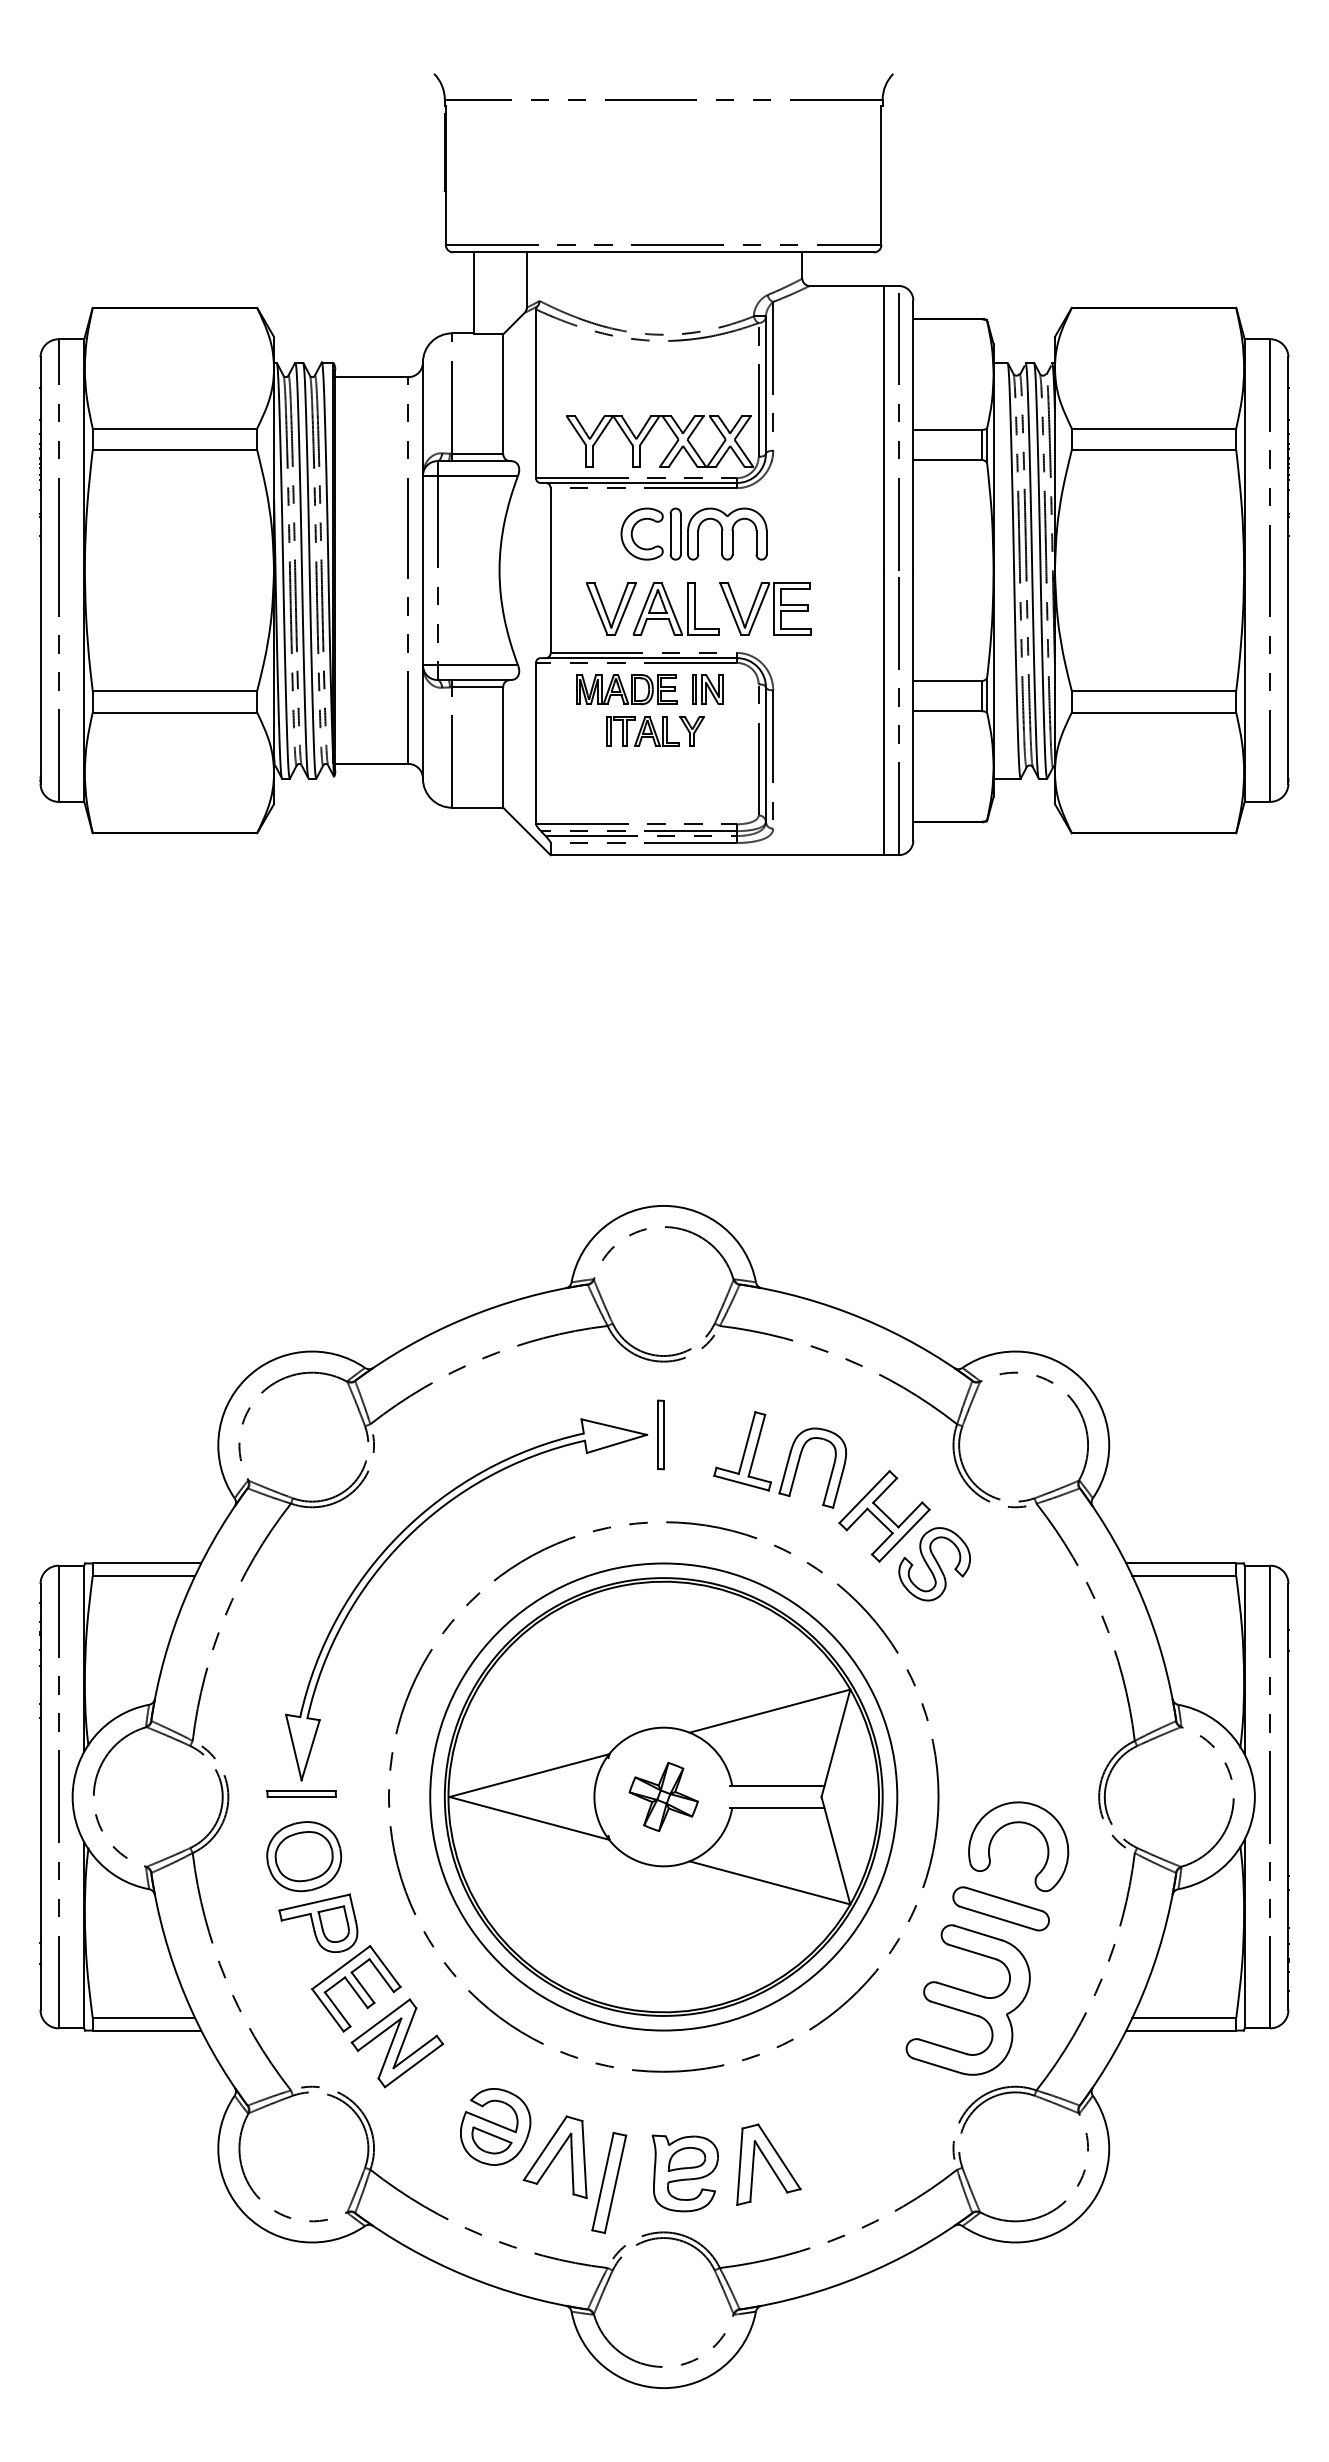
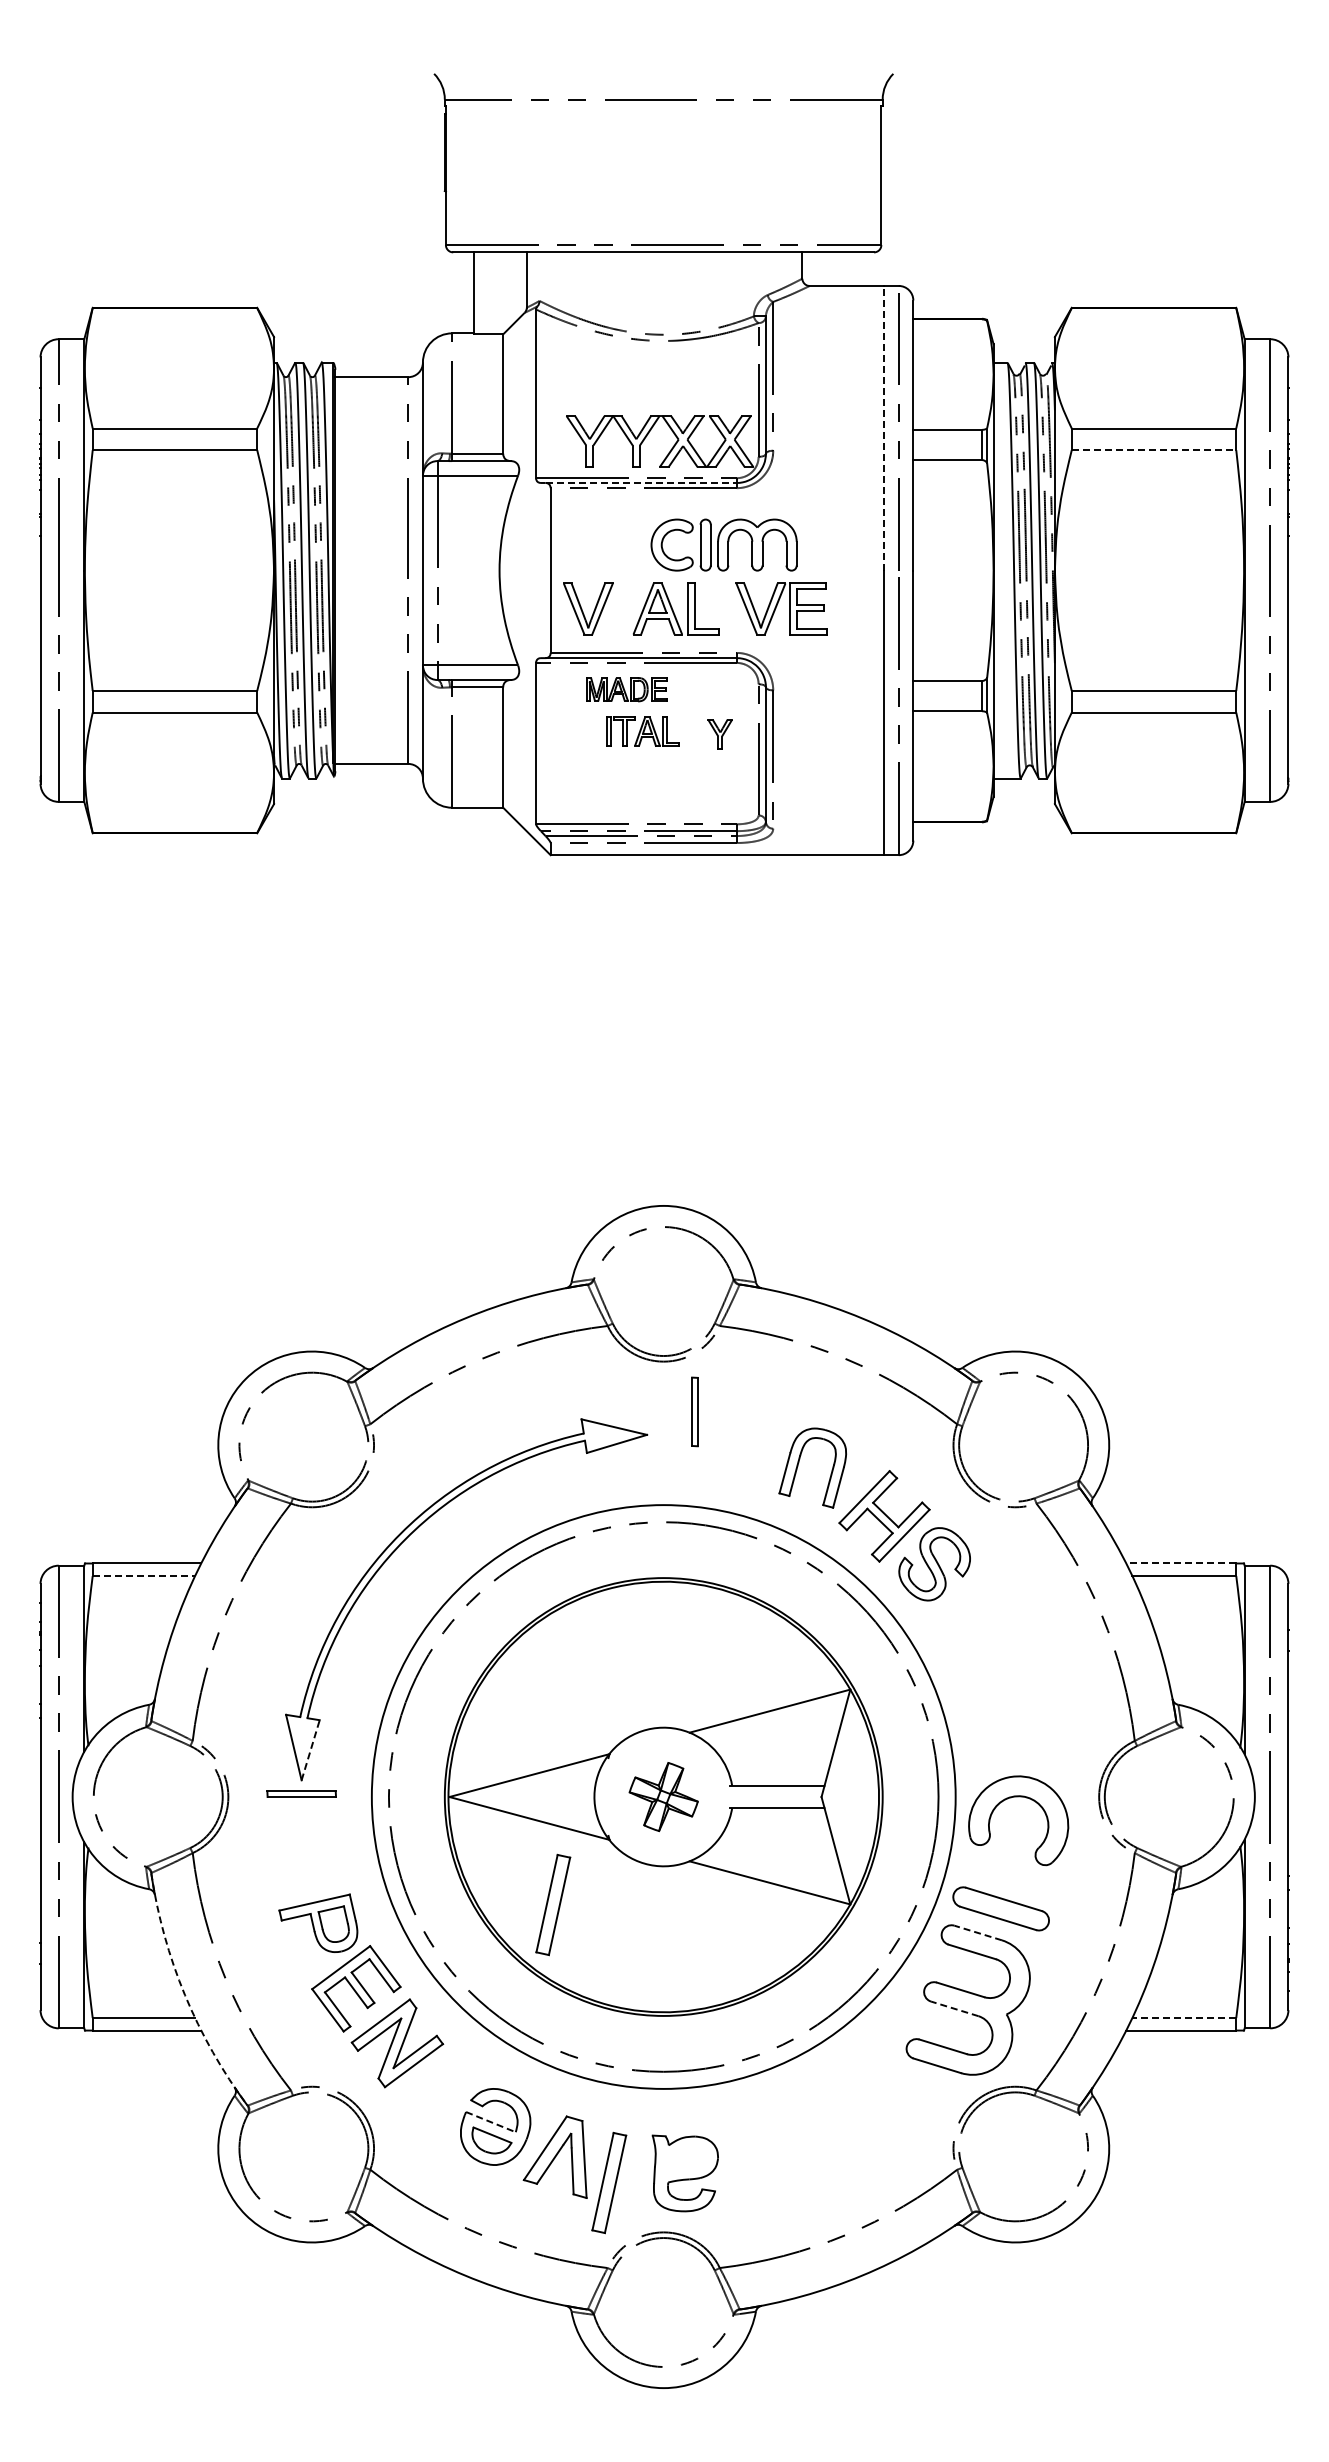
line at (884, 427): solid -> dashed
line at (1154, 450): solid -> dashed
line at (641, 482): solid -> dashed
part at (693, 533) position: (693, 533) -> (723, 544)
part at (611, 608) position: (611, 608) -> (588, 608)
part at (765, 608) position: (765, 608) -> (781, 608)
part at (626, 689) size: 102x32 px -> 82x26 px
part at (707, 689): present -> none
part at (691, 731) position: (691, 731) -> (719, 734)
part at (660, 1434) position: (660, 1434) -> (694, 1411)
part at (742, 1451): present -> none
line at (1181, 1563): solid -> dashed
line at (144, 1576): solid -> dashed
line at (310, 1749): solid -> dashed
circle at (663, 1796) diameter: 467 px -> 584 px
part at (1018, 1823) position: (1018, 1823) -> (1018, 1797)
part at (304, 1856): present -> none
part at (553, 1904): none -> present
line at (978, 1933): solid -> dashed
arc at (185, 1995): solid -> dashed
line at (954, 2008): solid -> dashed
line at (1184, 2018): solid -> dashed
line at (490, 2122): solid -> dashed
part at (686, 2159): present -> none
part at (768, 2164): present -> none
